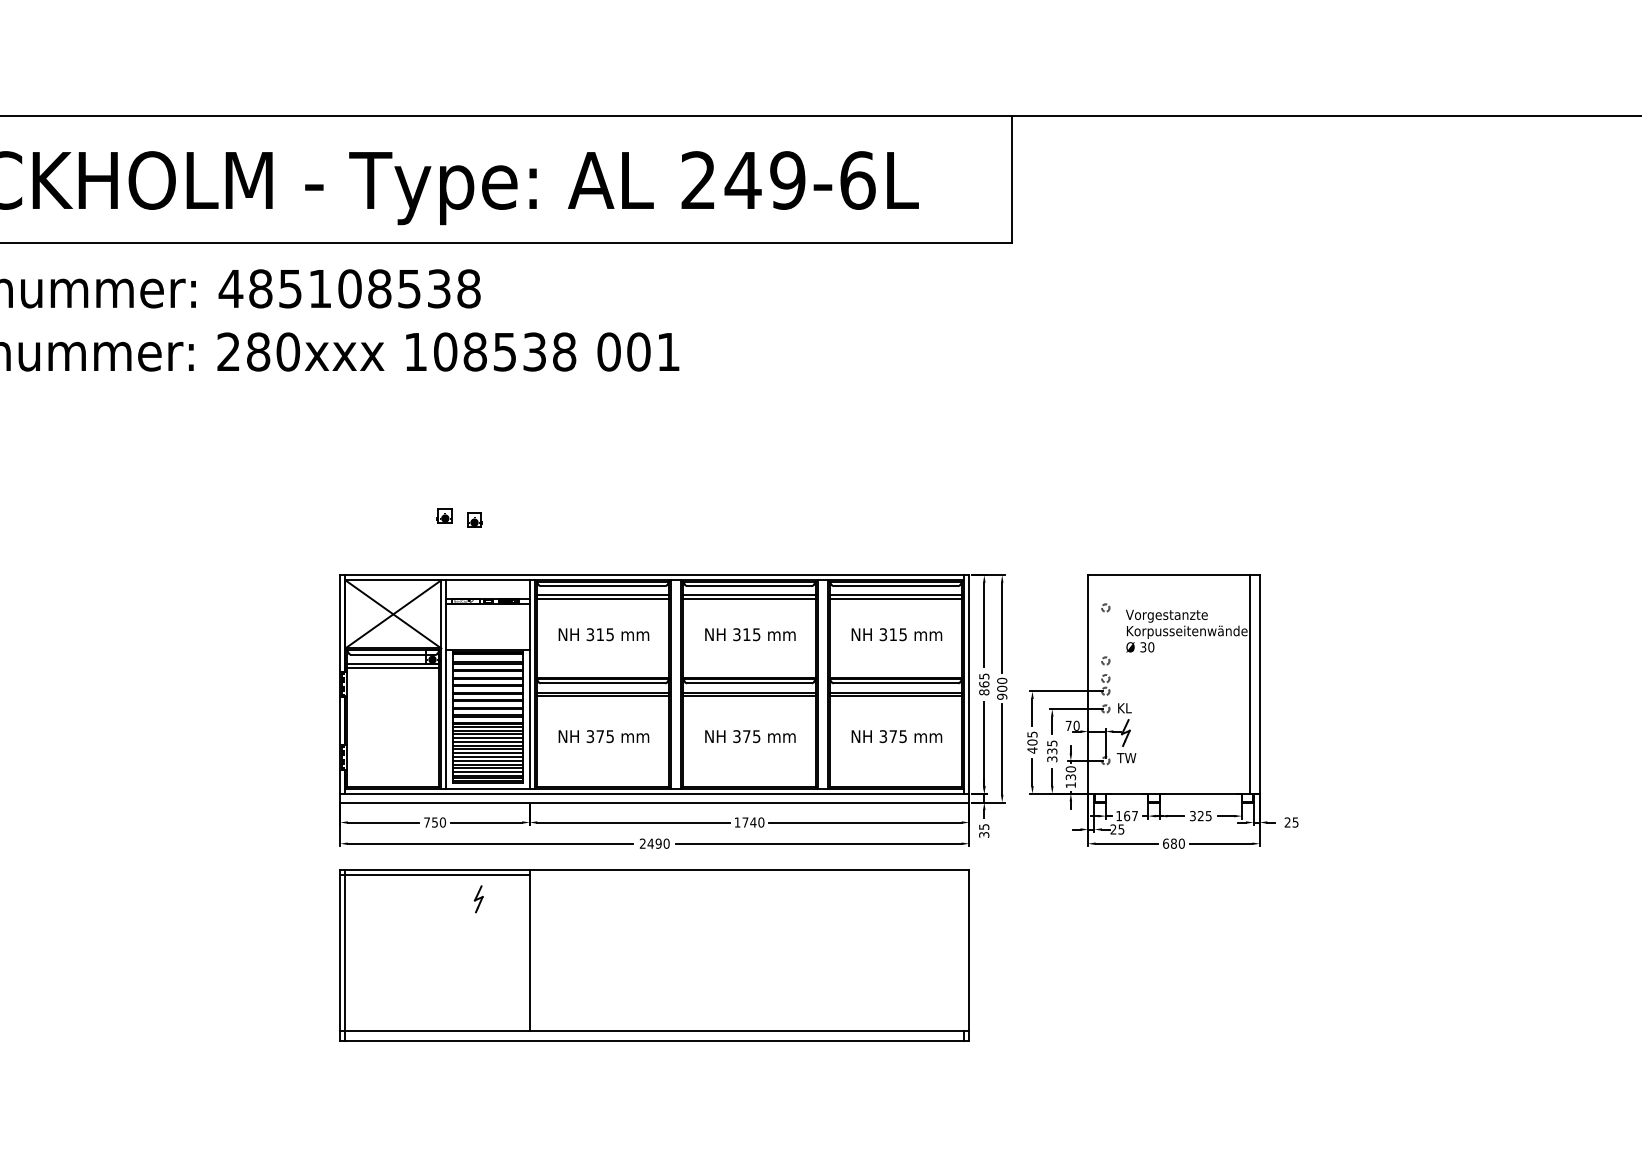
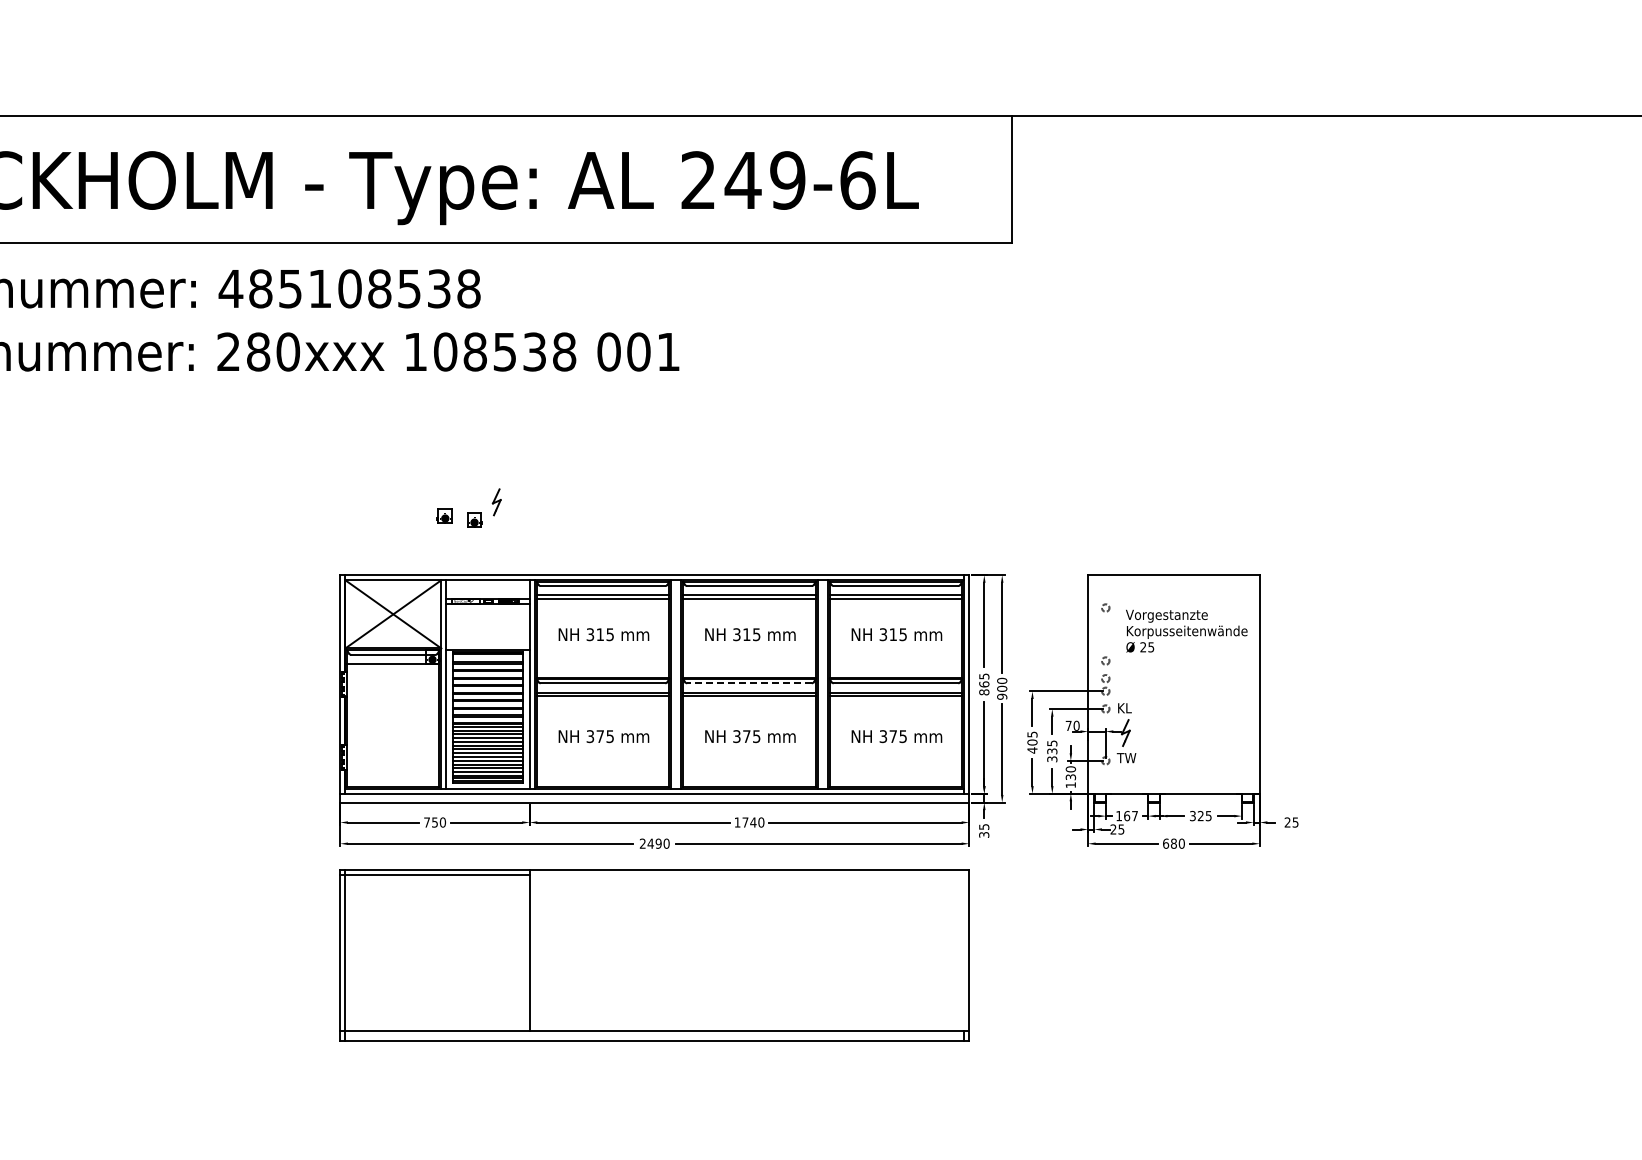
text at (1147, 647): 30 -> 25
line at (393, 668): present -> none
line at (748, 683): solid -> dashed
line at (1249, 684): present -> none
part at (478, 899) position: (478, 899) -> (496, 502)
